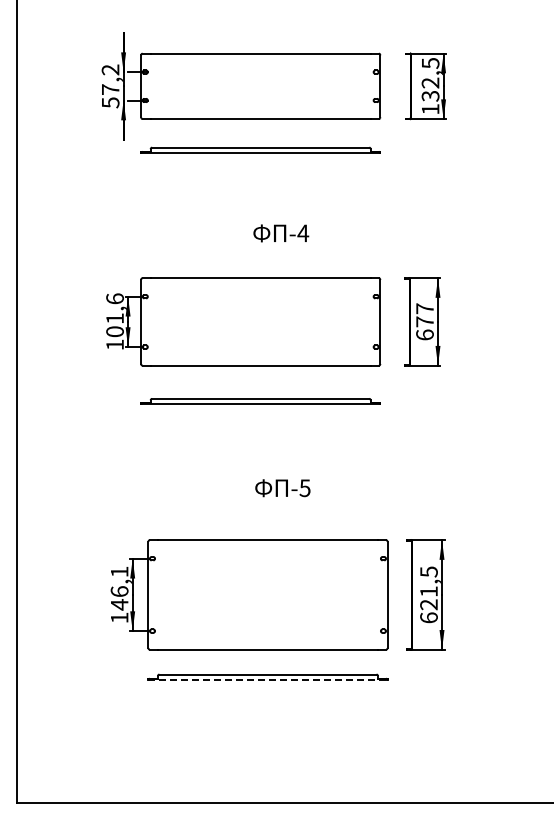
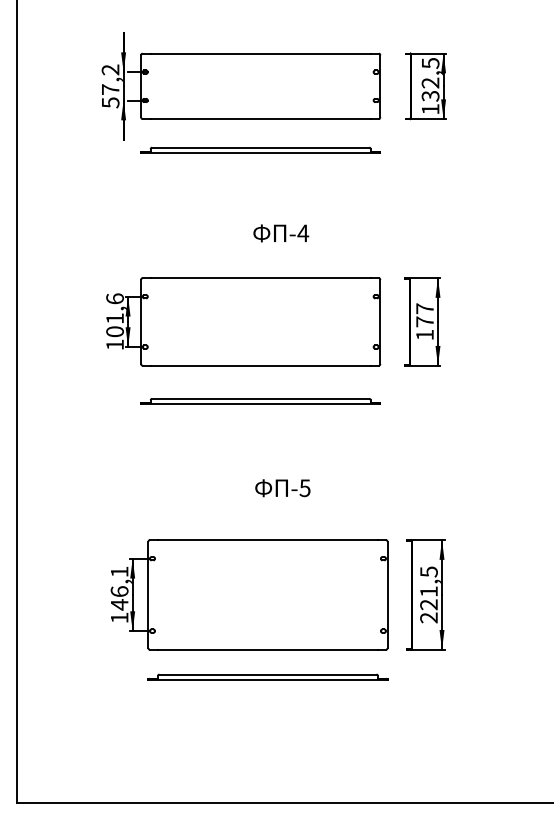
text at (424, 334): 677 -> 177
text at (428, 617): 621,5 -> 221,5
line at (267, 679): dashed -> solid
